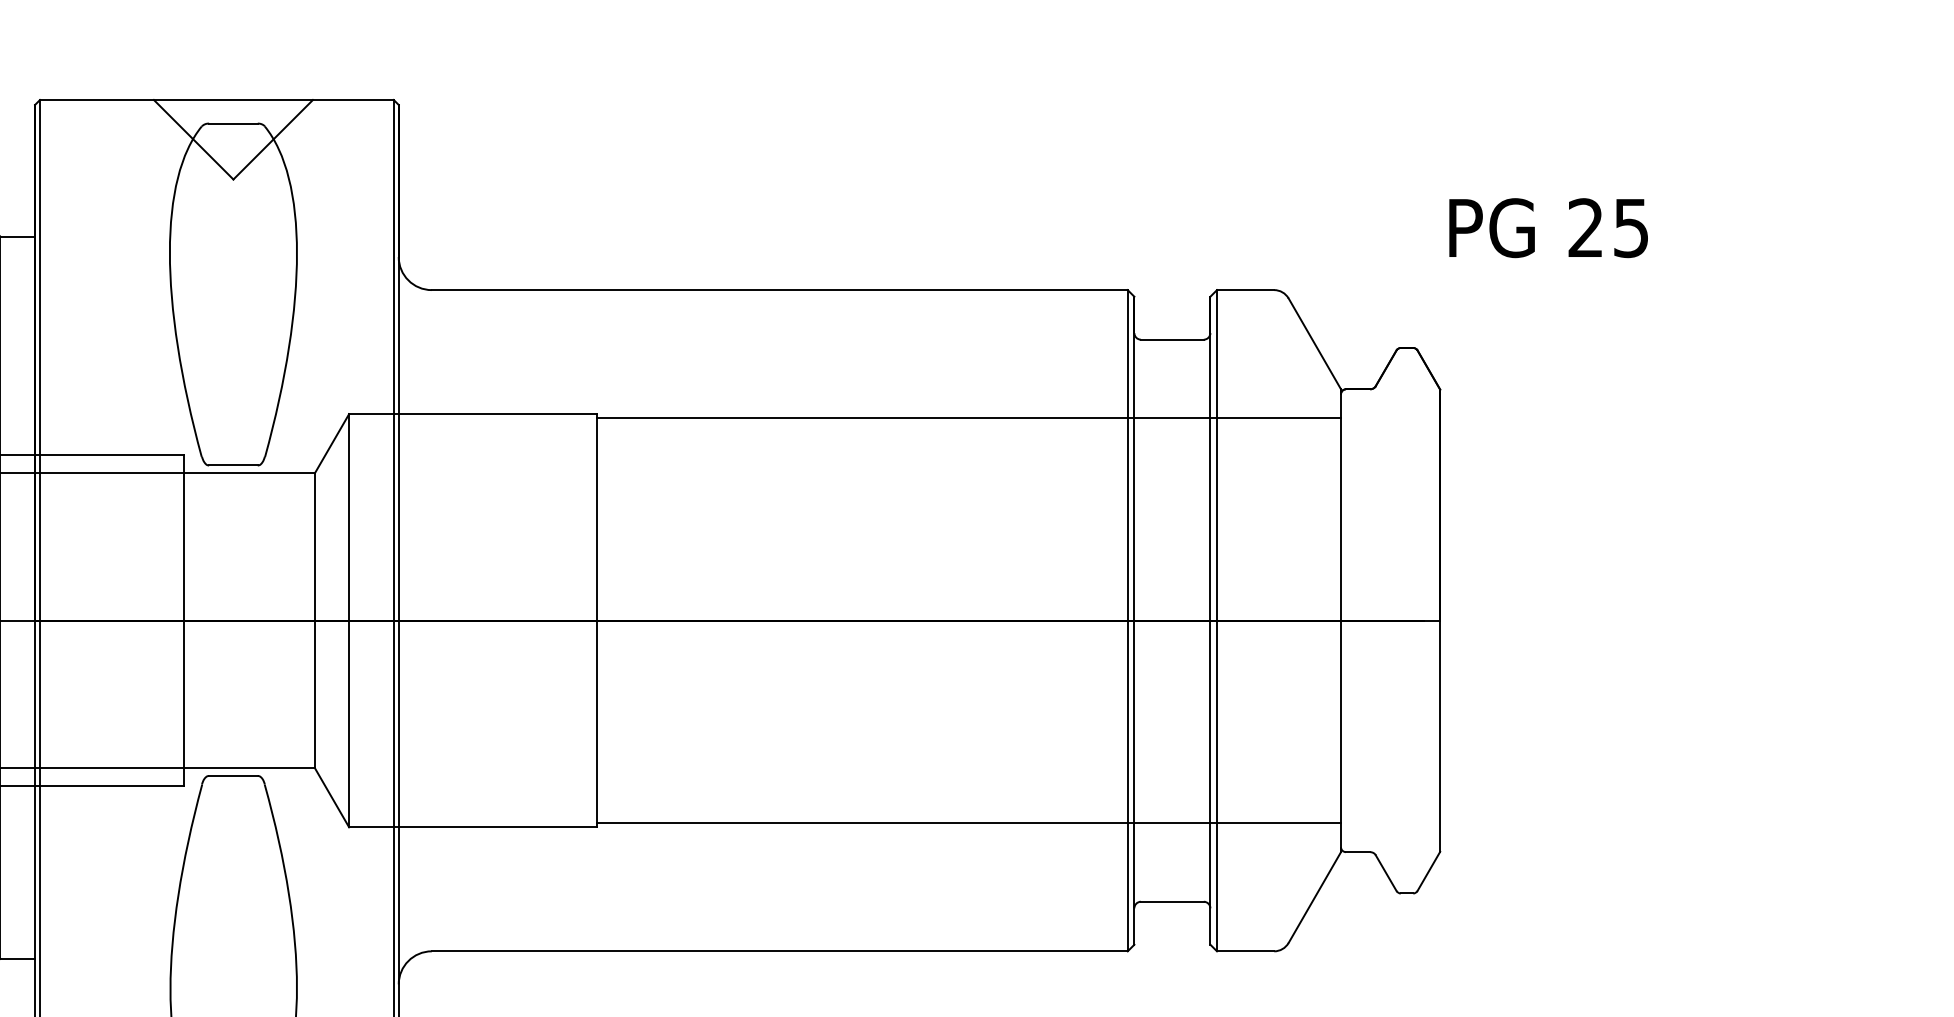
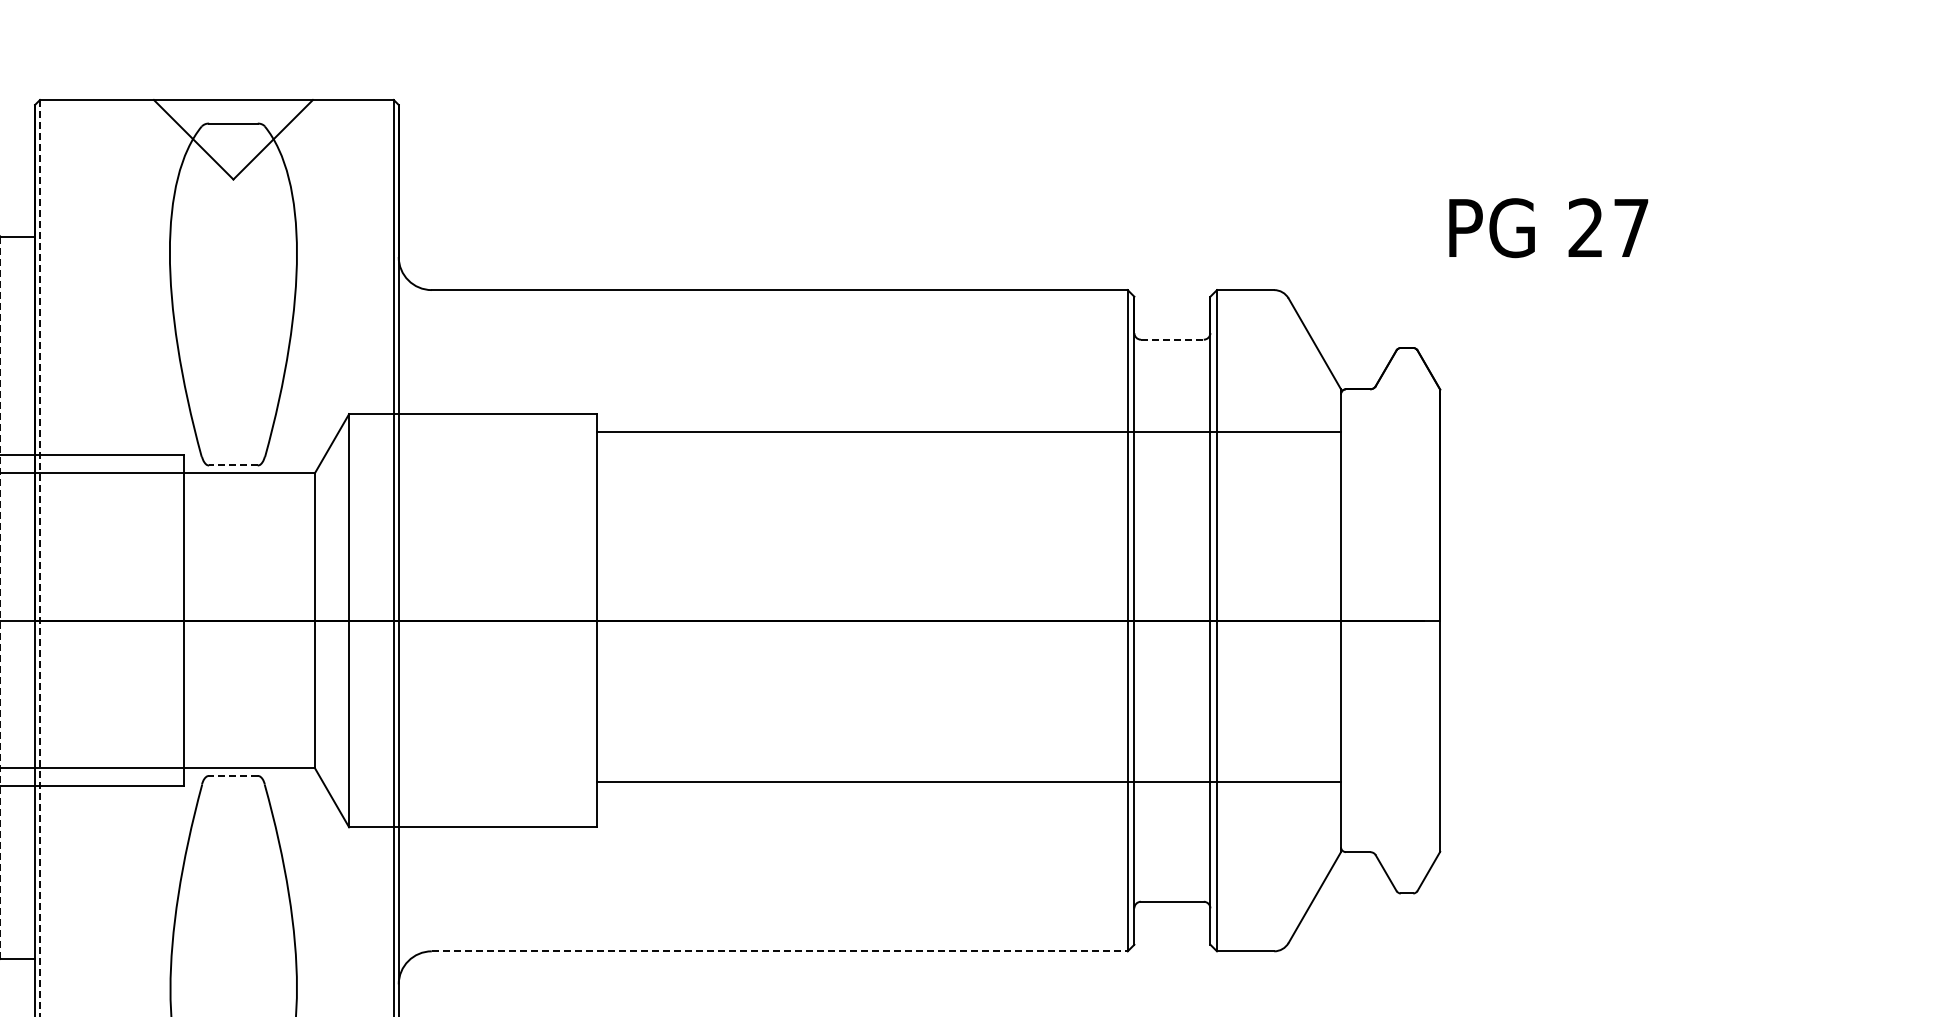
text at (1631, 228): 25 -> 27
line at (1172, 339): solid -> dashed
line at (969, 418) position: (969, 418) -> (969, 432)
line at (232, 465): solid -> dashed
line at (40, 558): solid -> dashed
line at (0, 598): solid -> dashed
line at (232, 775): solid -> dashed
line at (969, 823) position: (969, 823) -> (969, 782)
line at (779, 951): solid -> dashed
